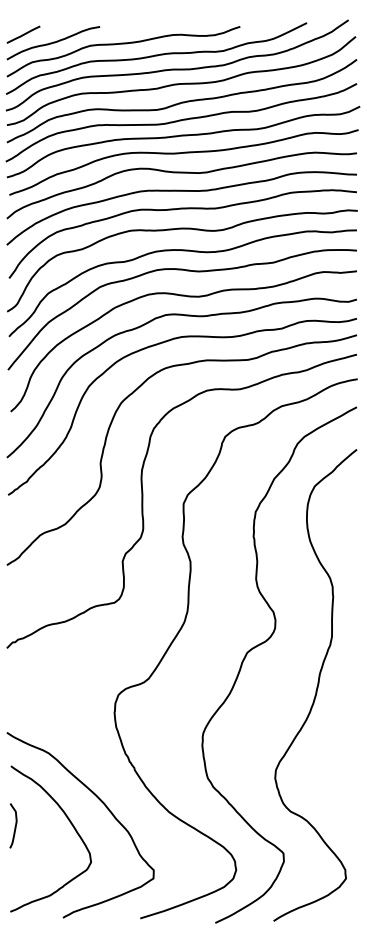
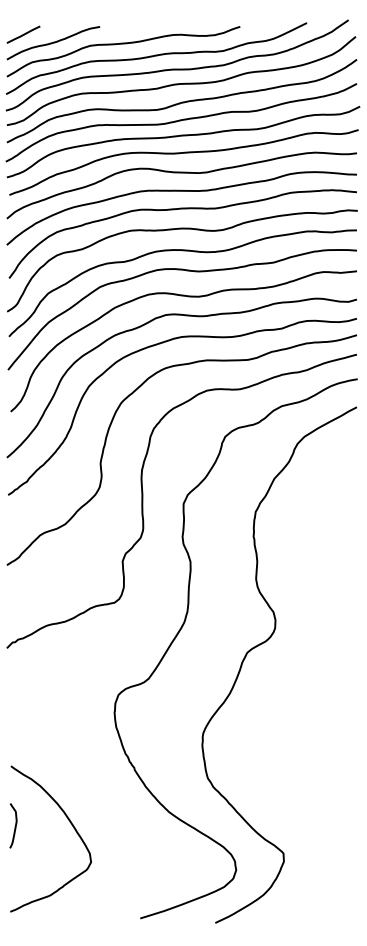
curve at (316, 686): present -> none
curve at (105, 807): present -> none
